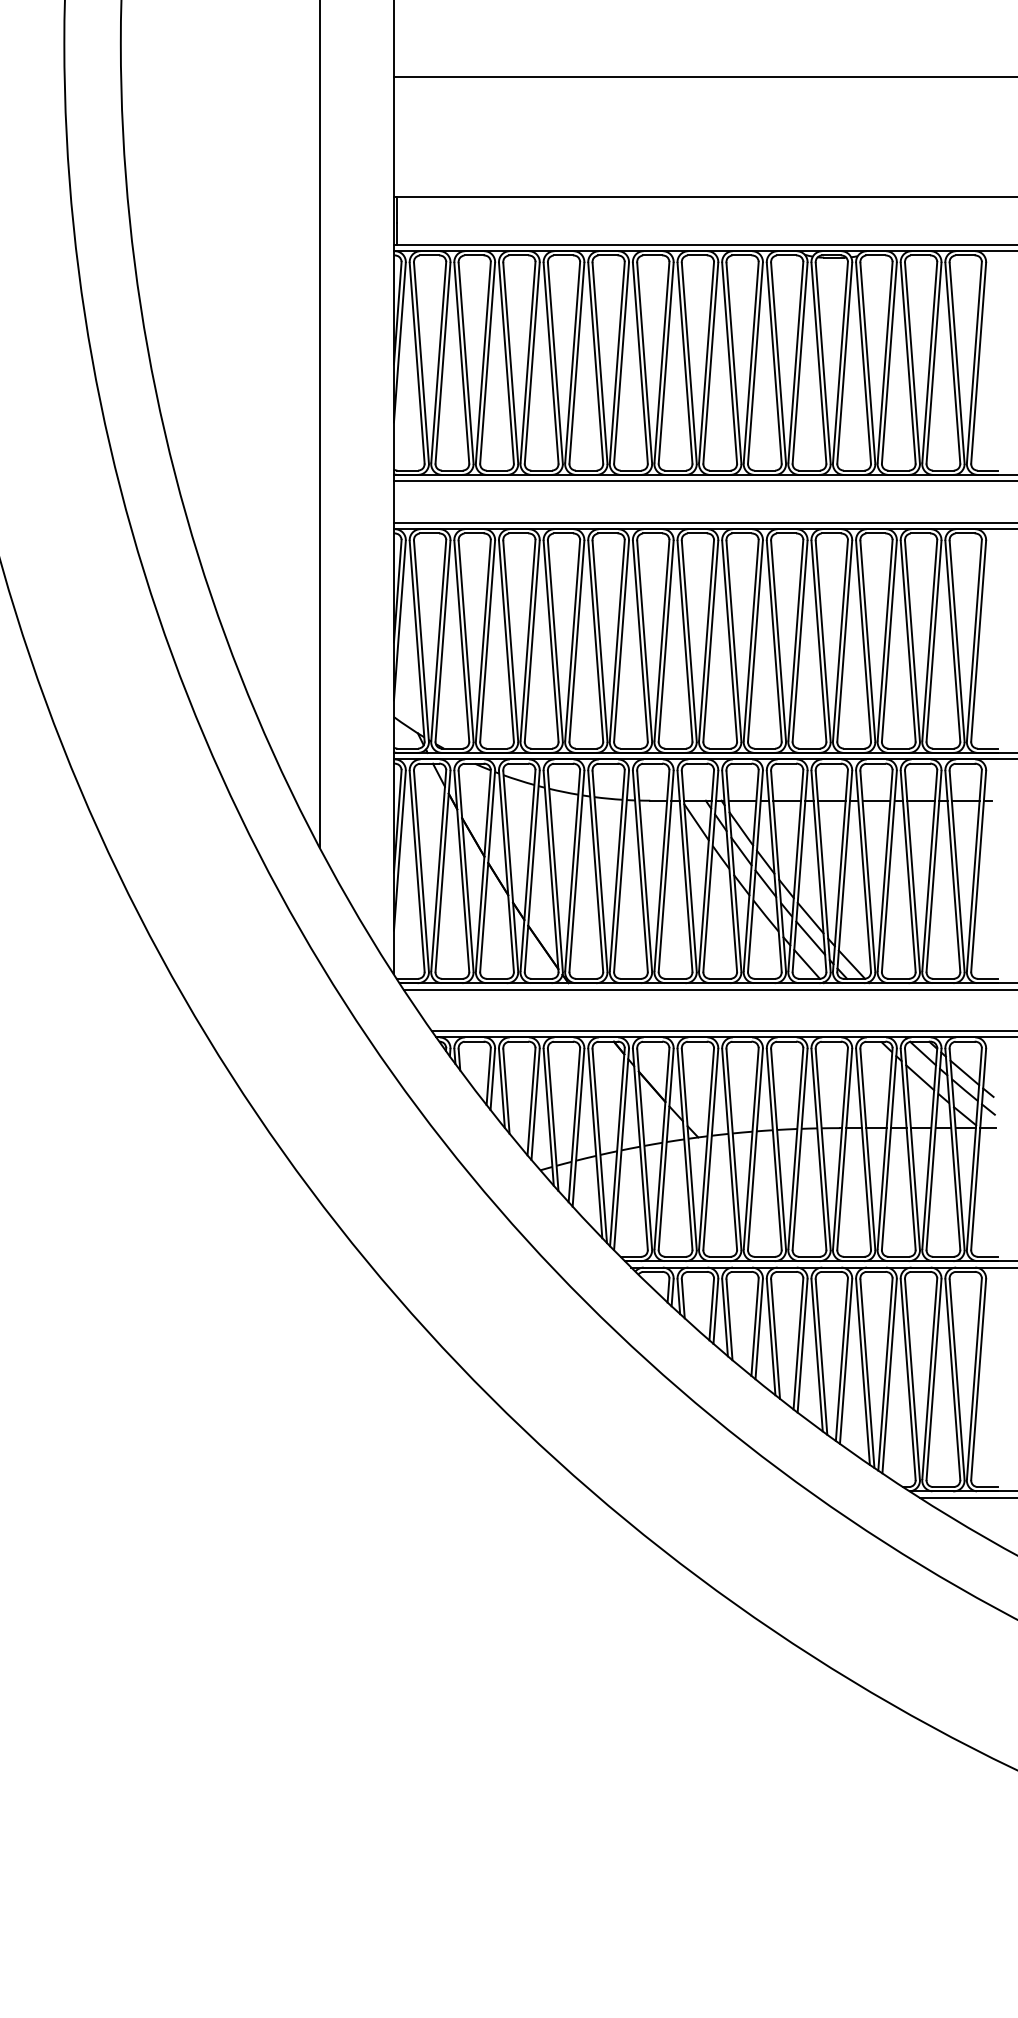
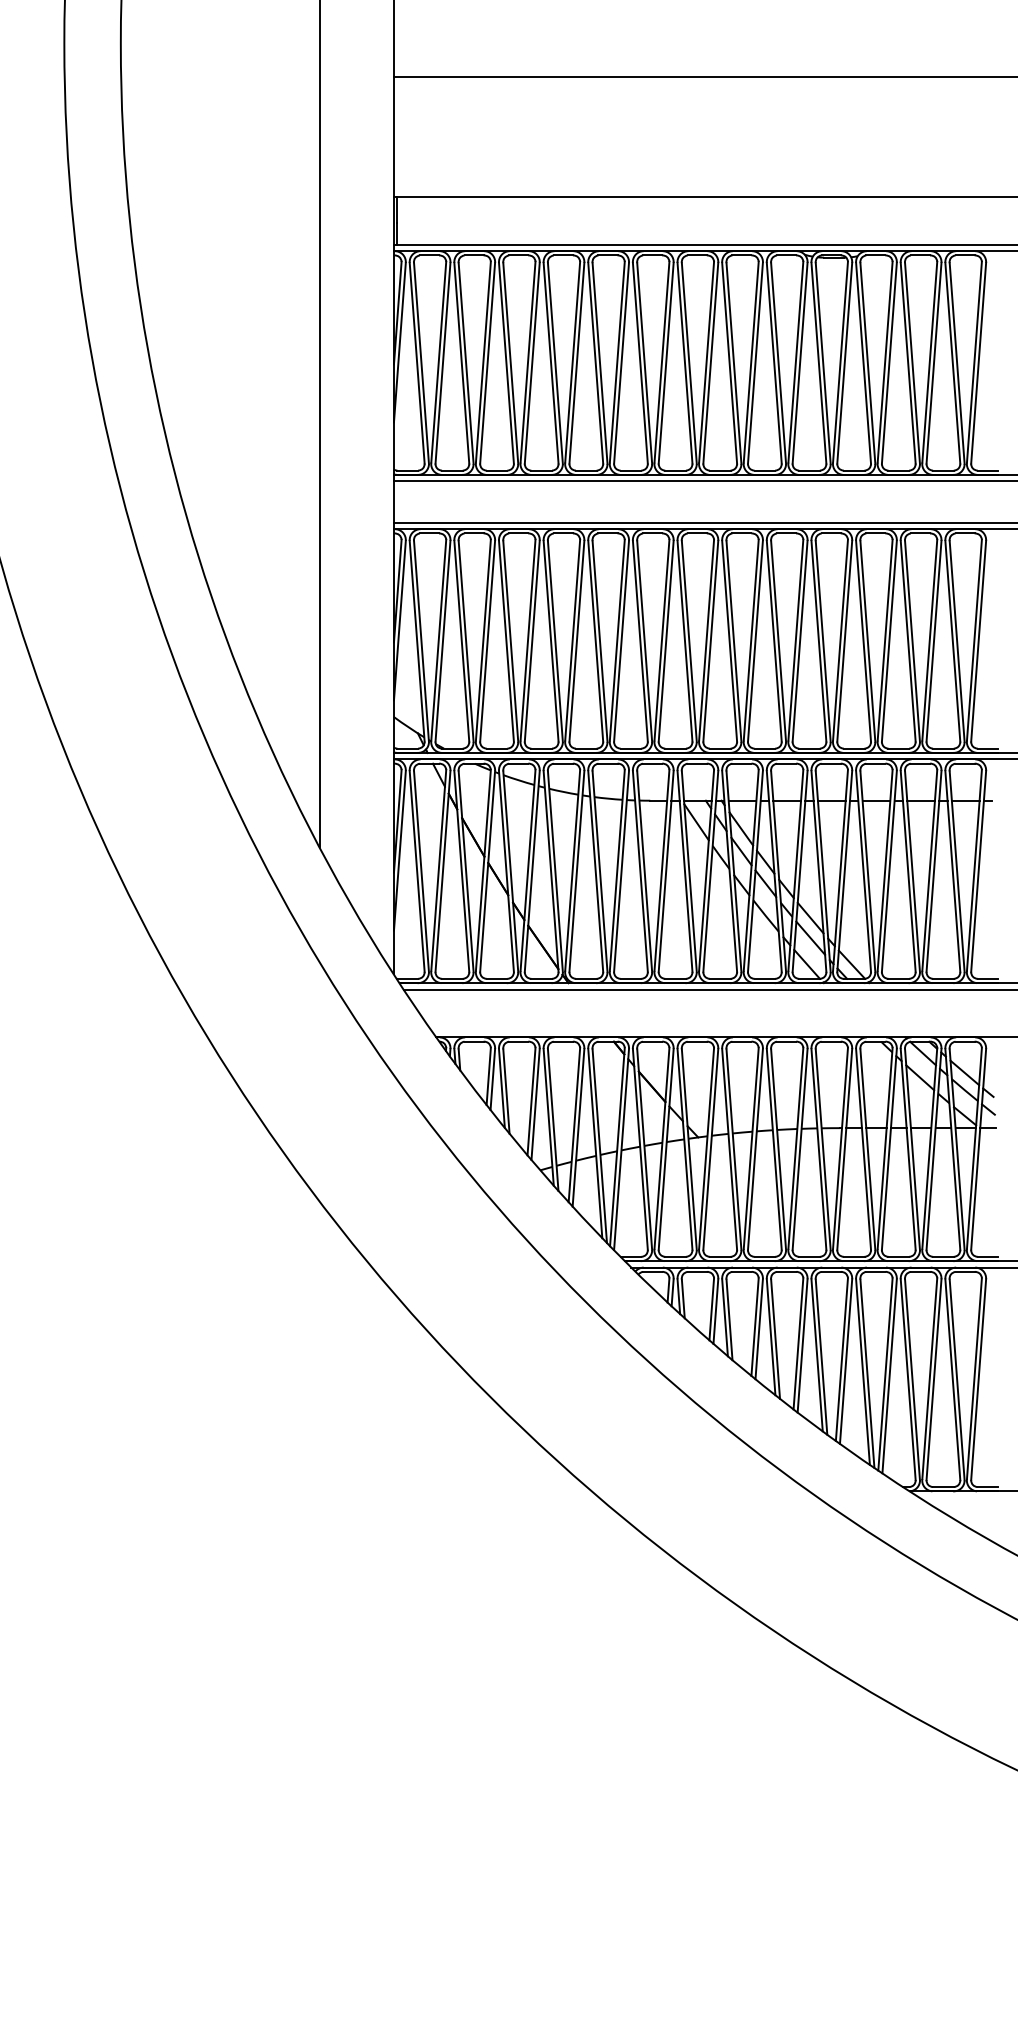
line at (722, 1030): present -> none
line at (967, 1497): present -> none
